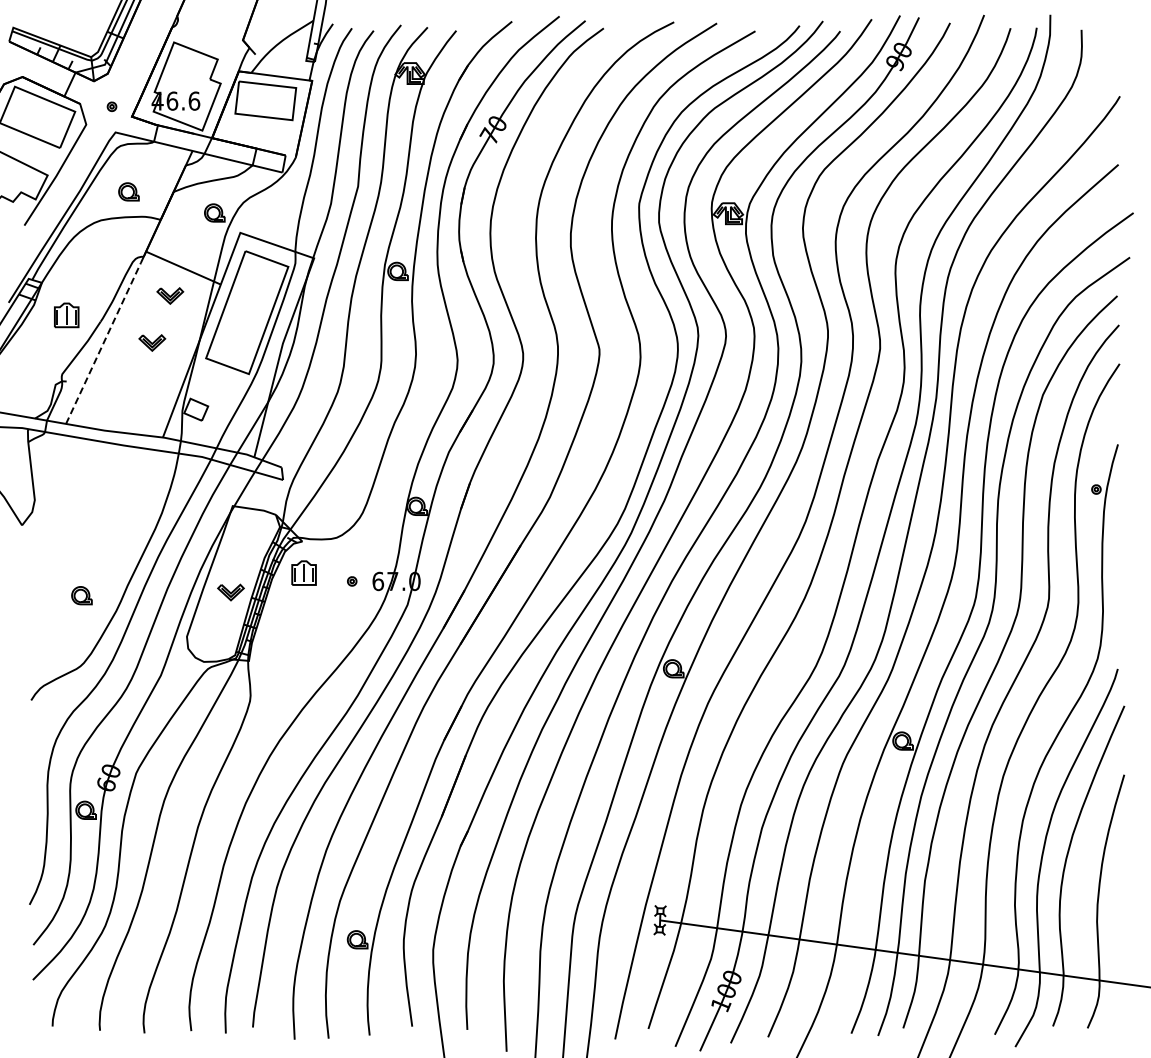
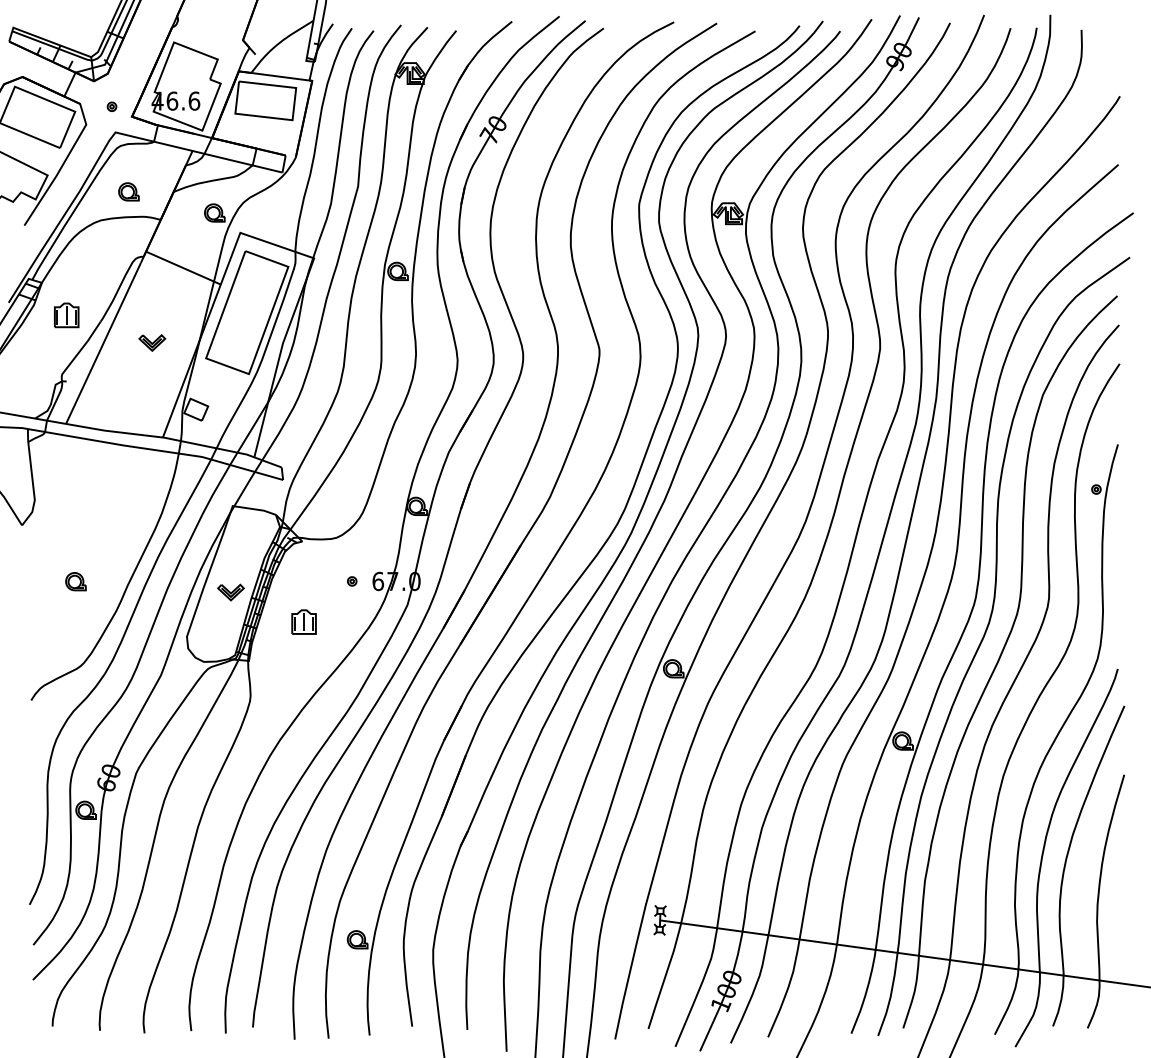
part at (170, 295): present -> none
line at (103, 343): dashed -> solid
part at (303, 572) position: (303, 572) -> (303, 621)
part at (81, 595) position: (81, 595) -> (75, 581)
